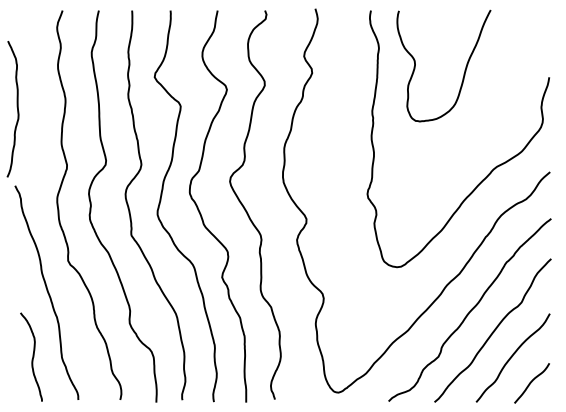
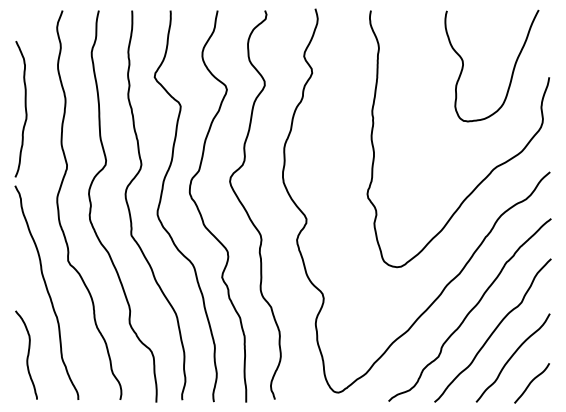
curve at (464, 69) position: (464, 69) -> (512, 69)
curve at (16, 107) position: (16, 107) -> (24, 107)
curve at (32, 356) position: (32, 356) -> (27, 354)
